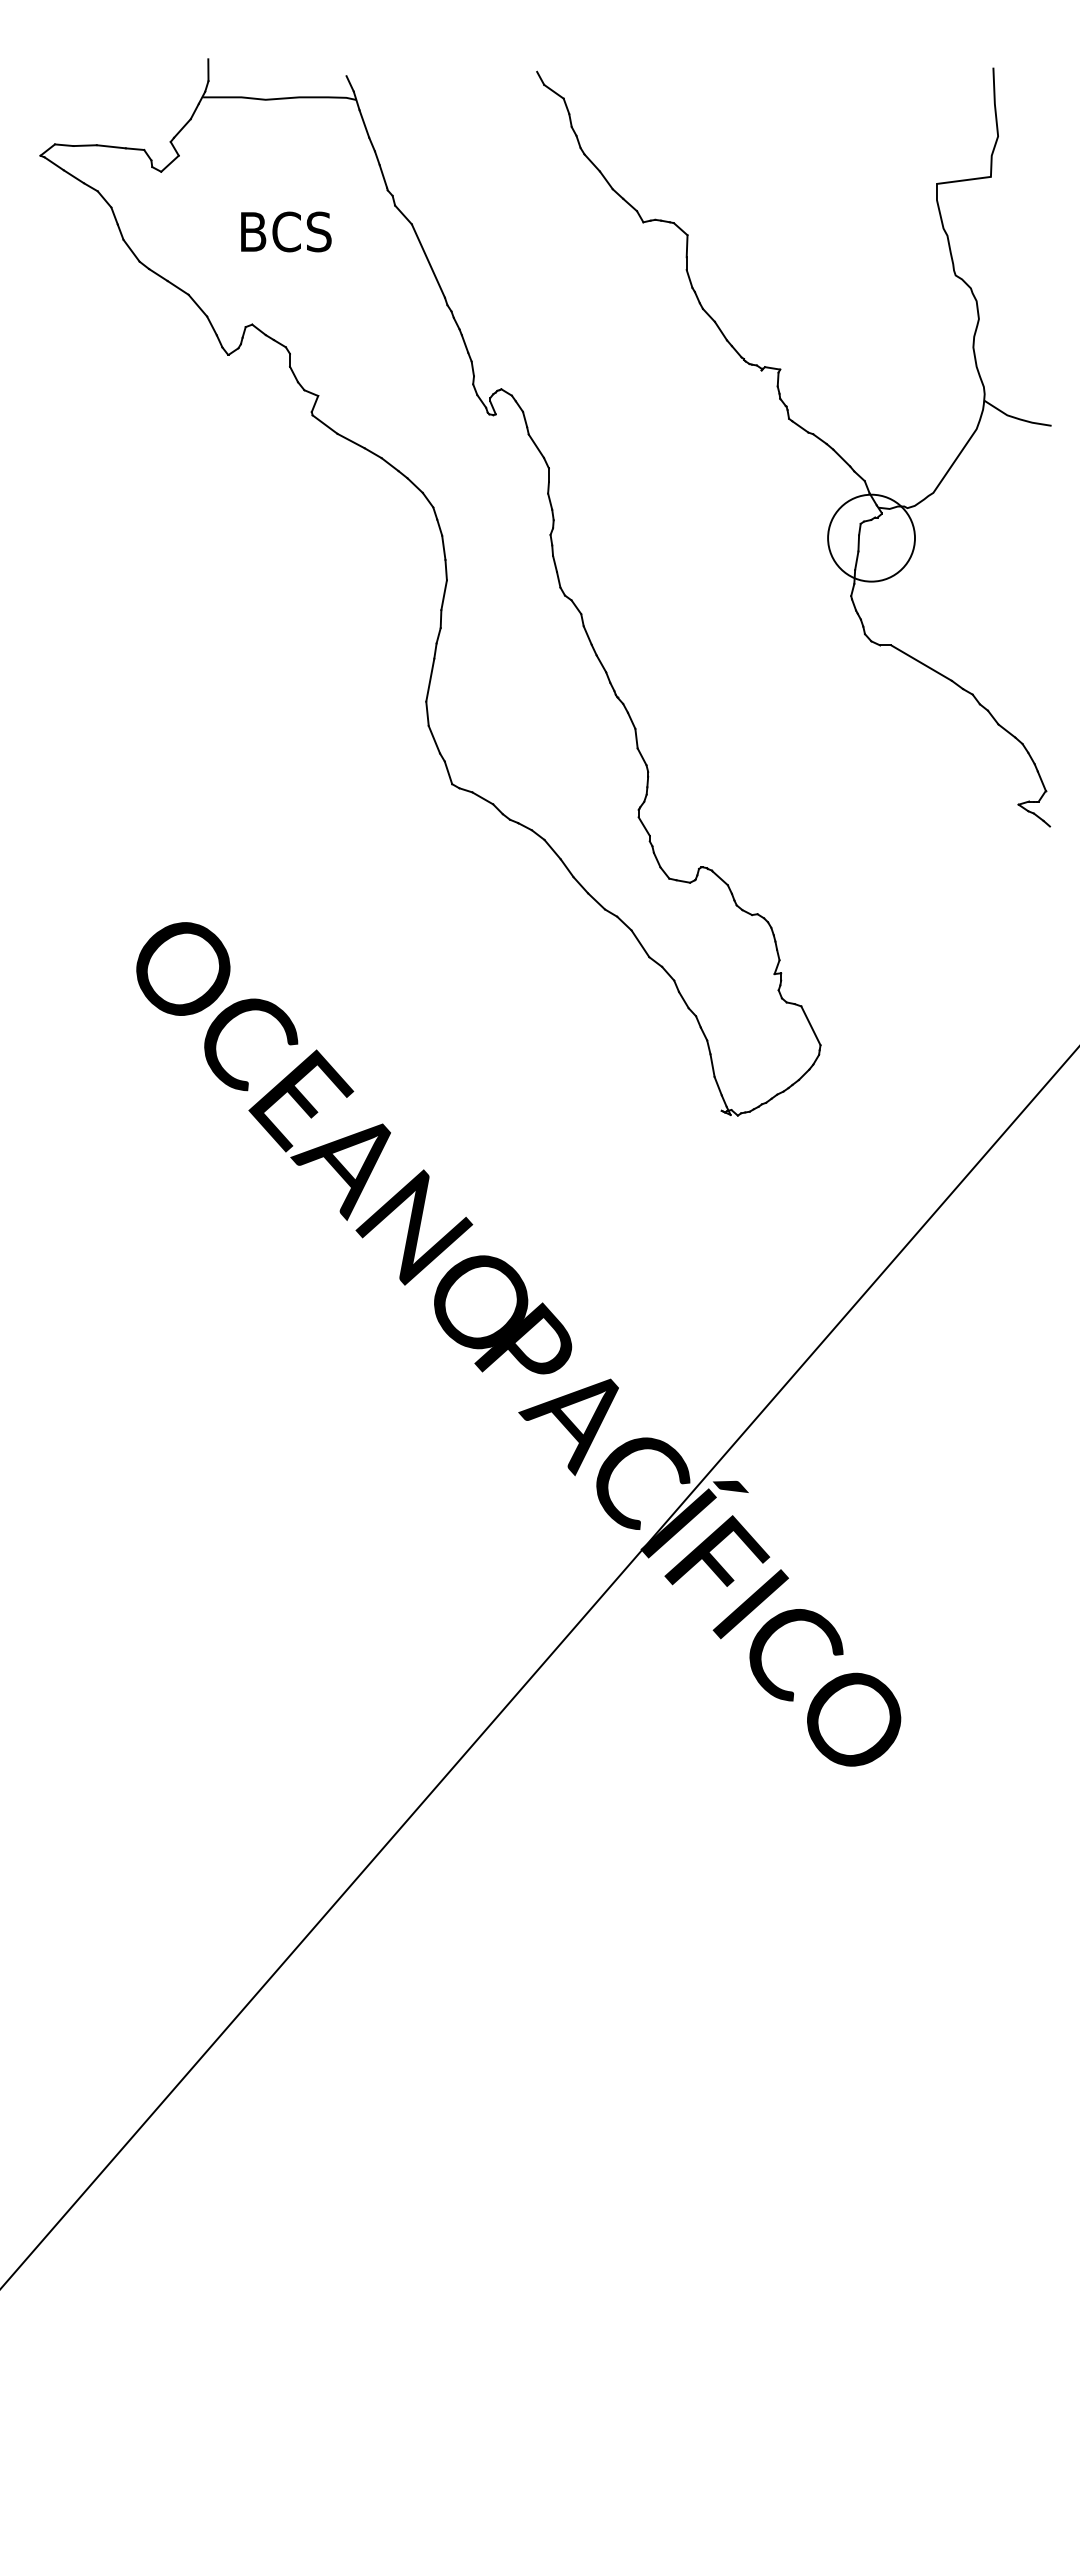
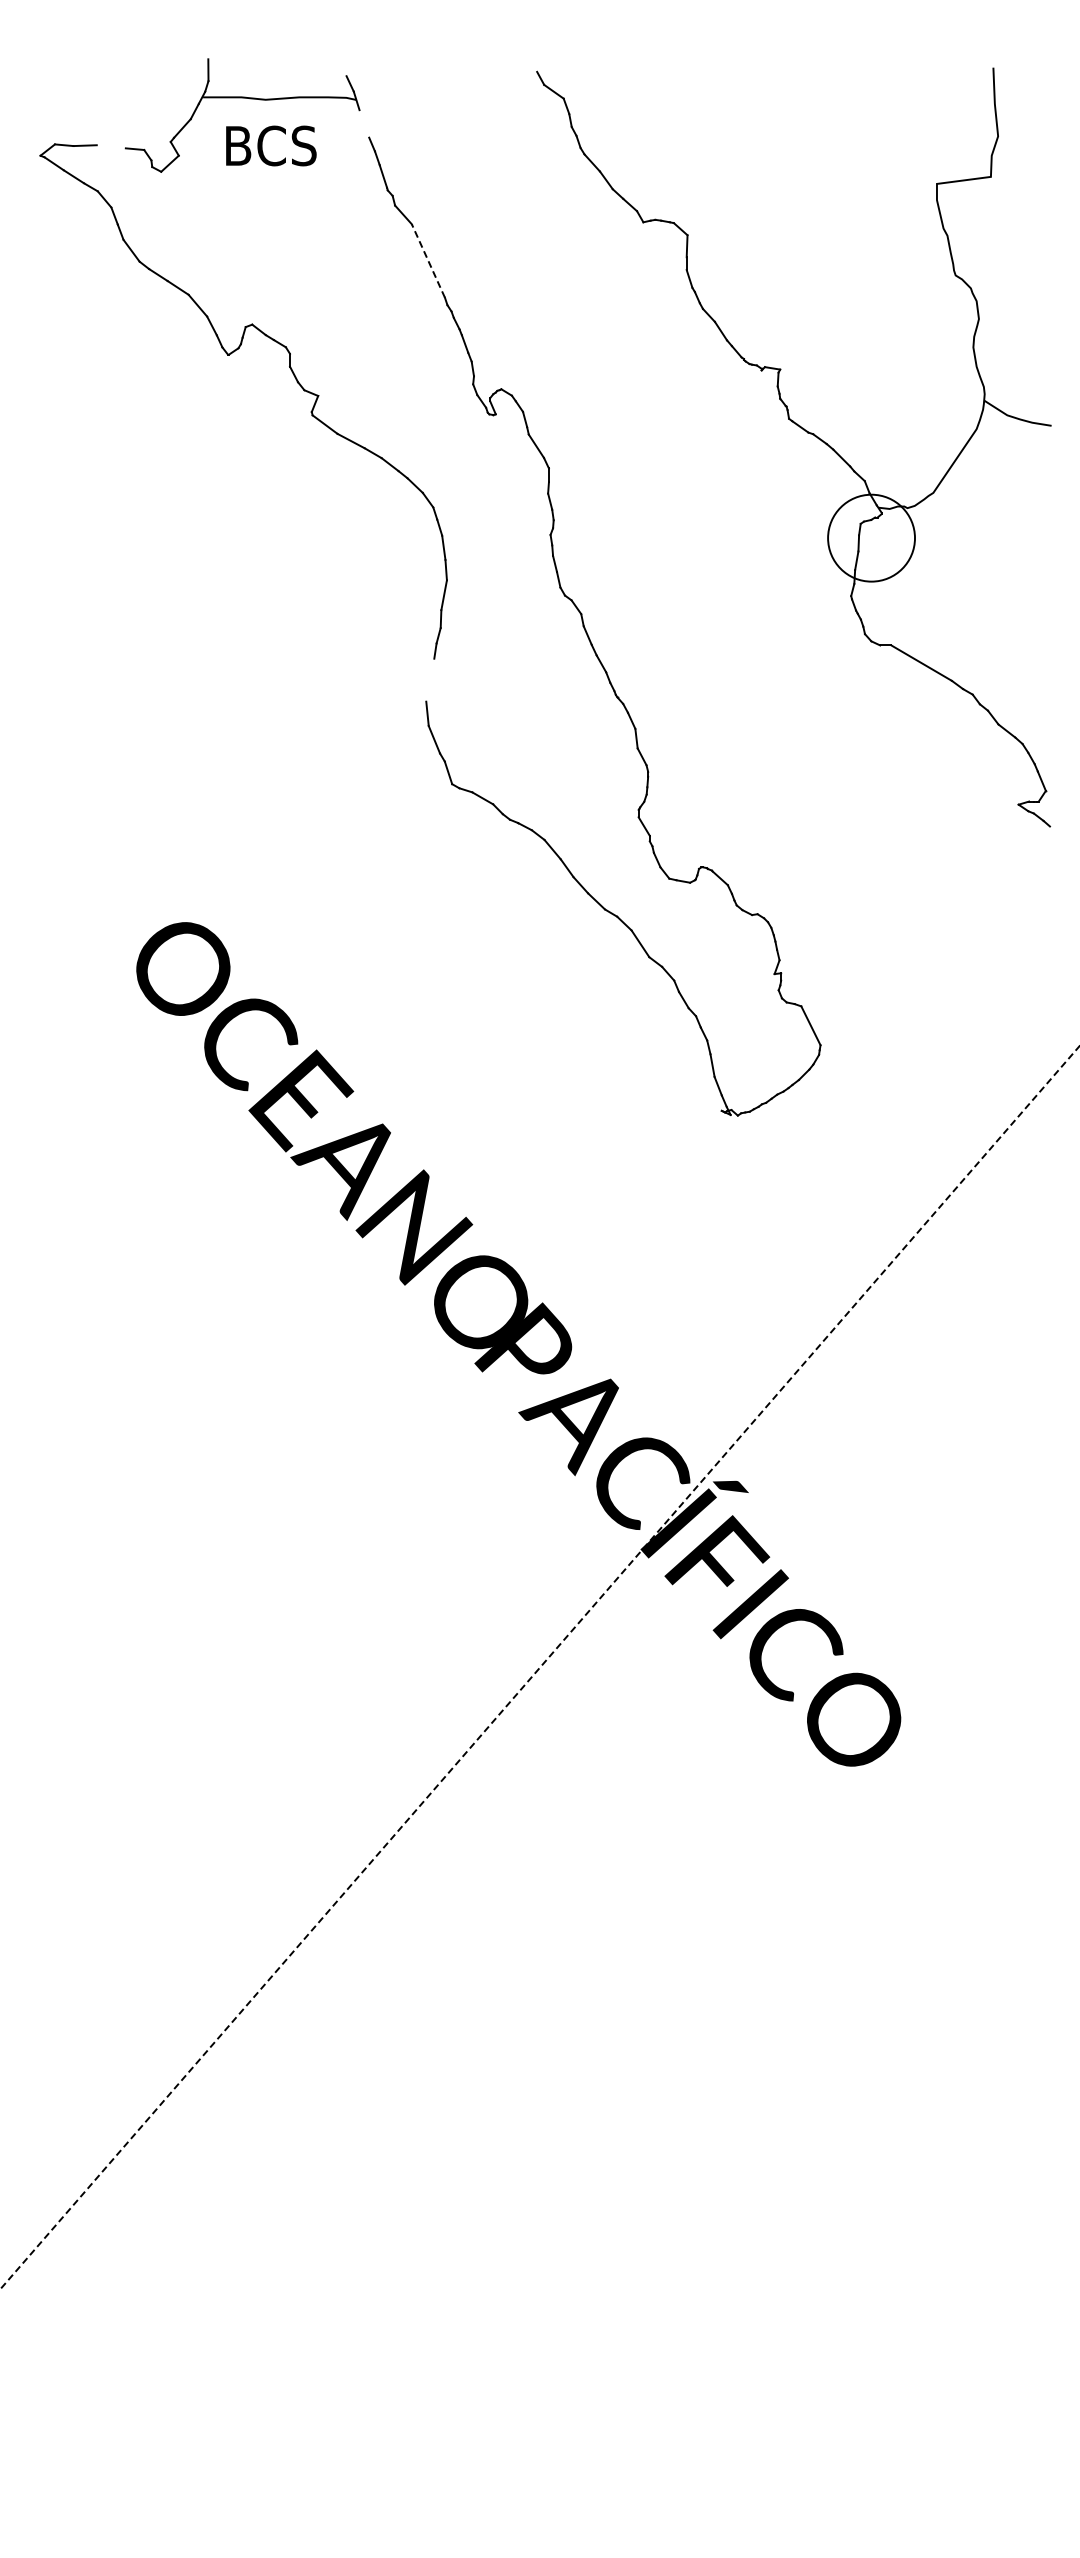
line at (364, 123): present -> none
line at (110, 146): present -> none
text at (286, 231) position: (286, 231) -> (271, 145)
line at (428, 260): solid -> dashed
line at (430, 679): present -> none
line at (540, 1667): solid -> dashed
